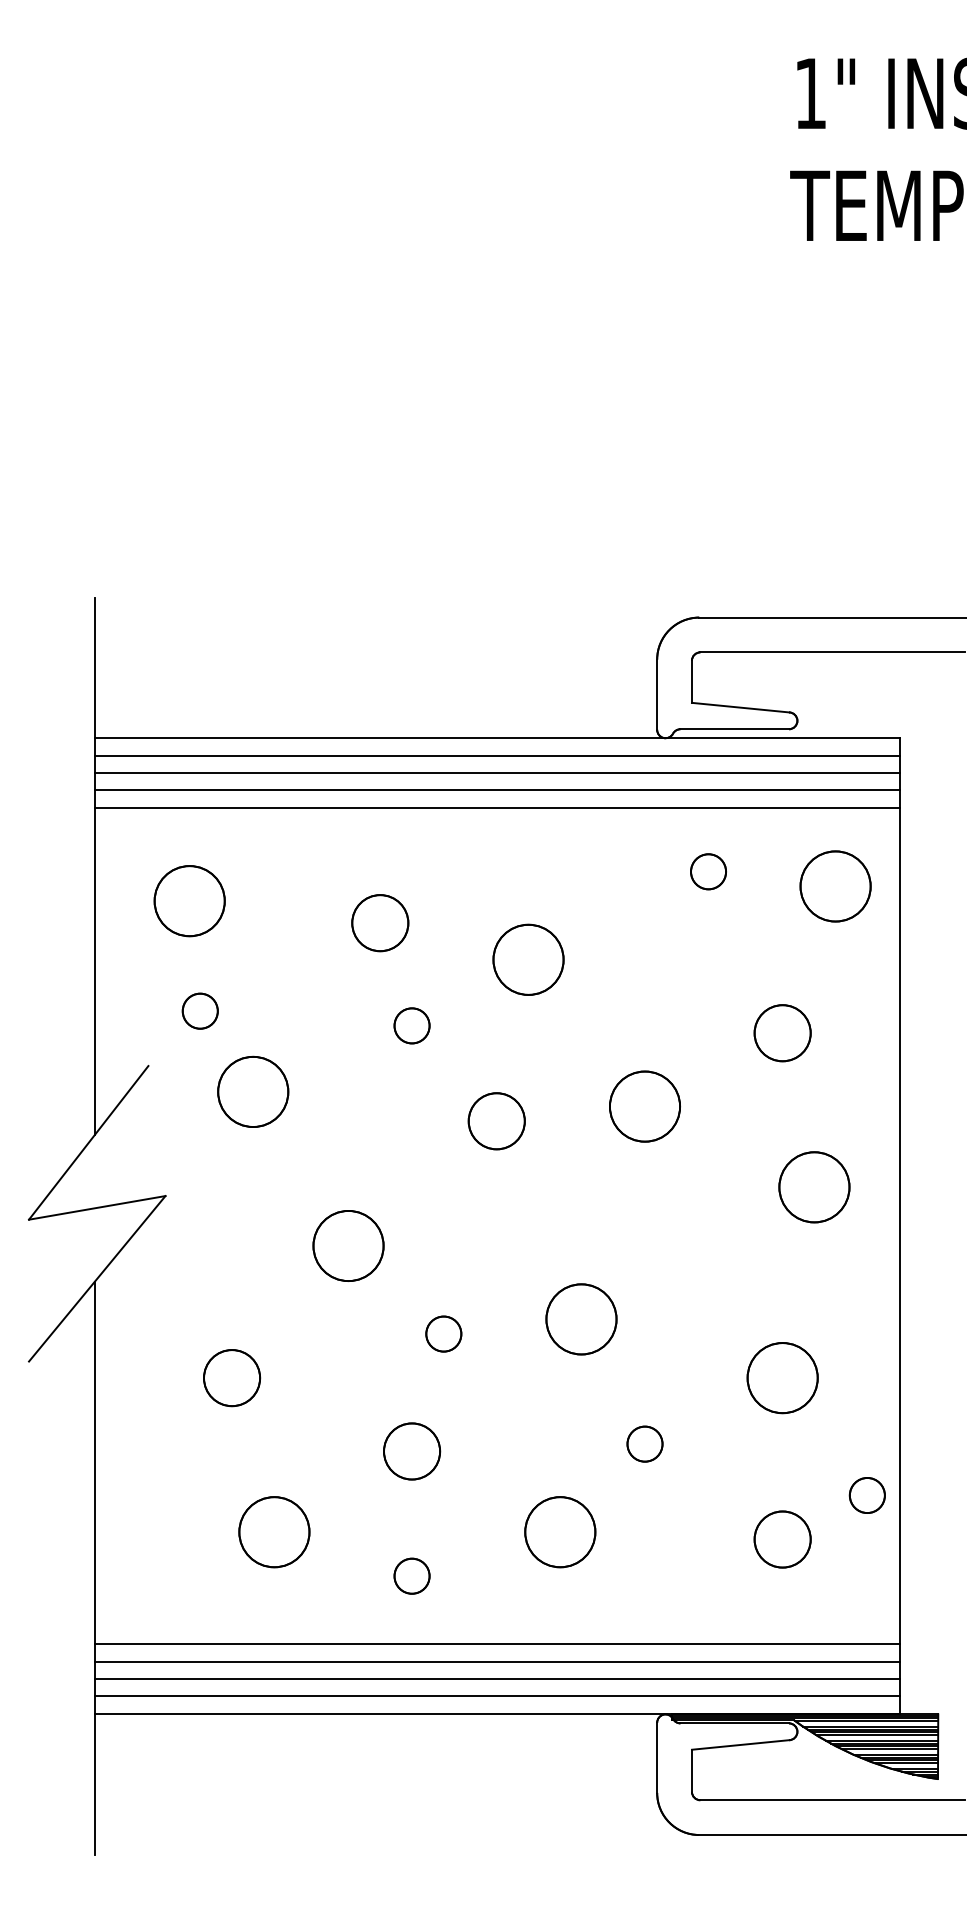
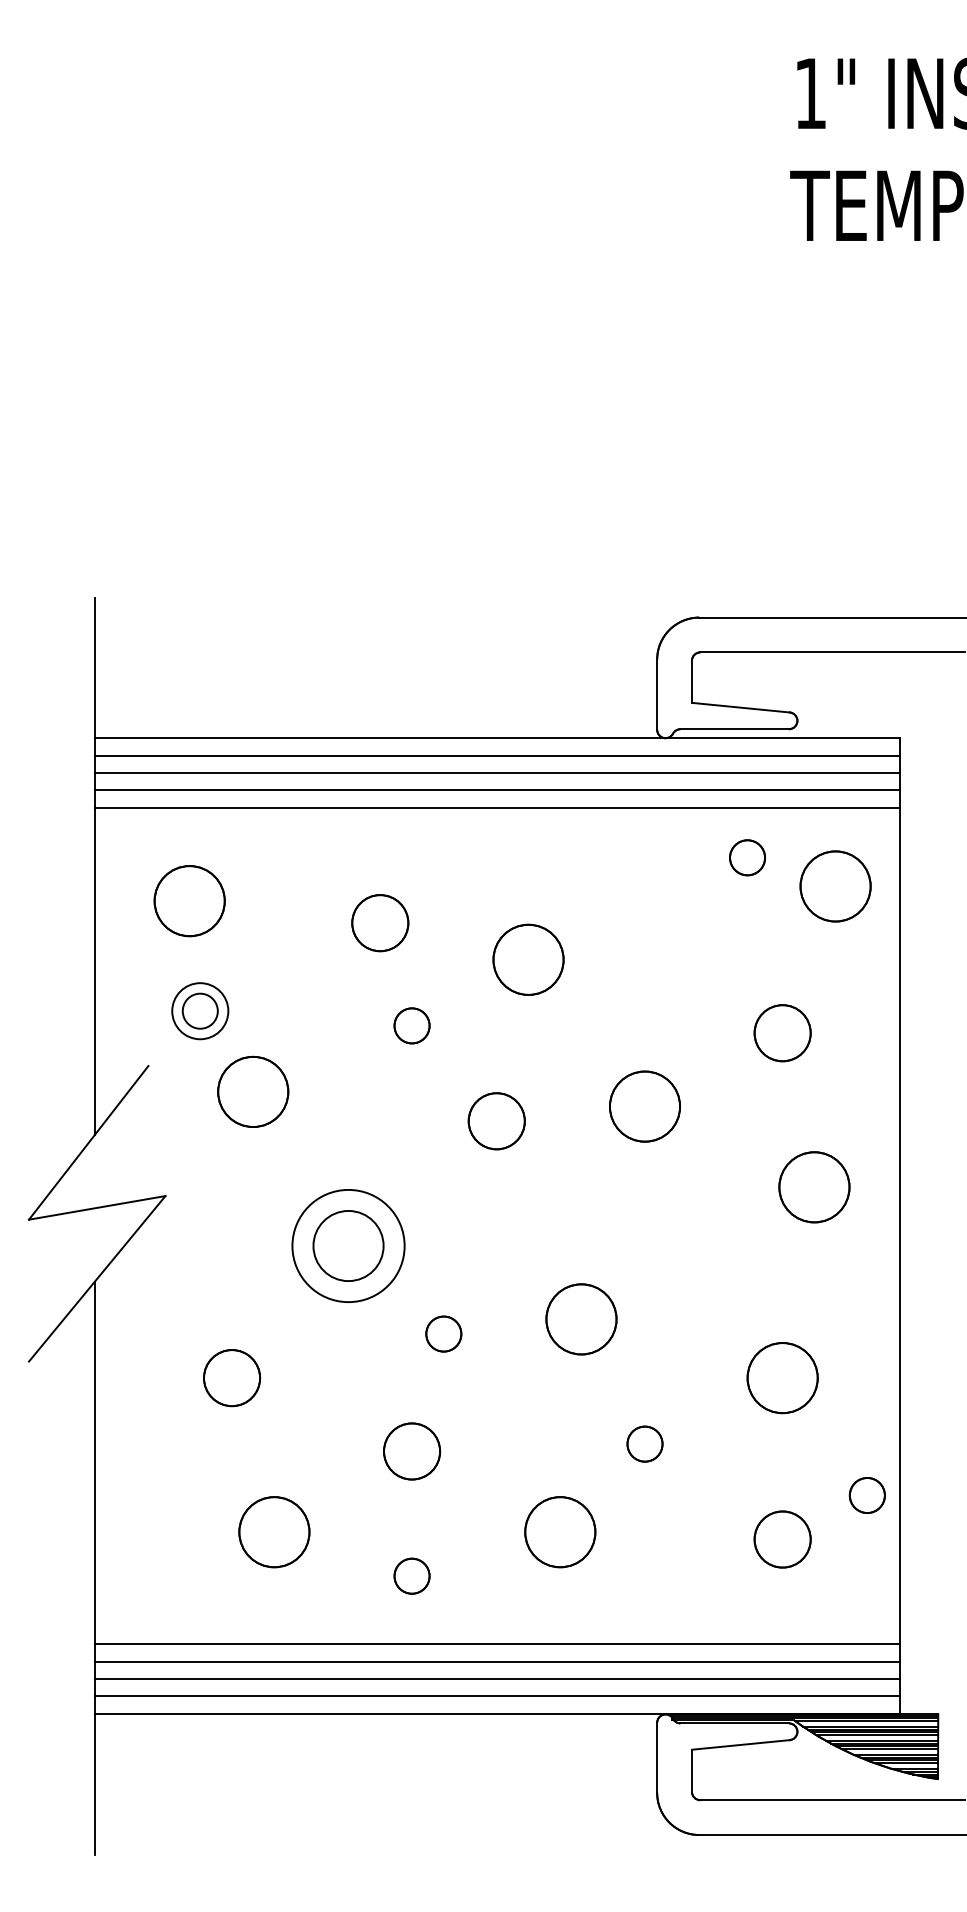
circle at (708, 871) position: (708, 871) -> (747, 857)
circle at (199, 1010) diameter: 35 px -> 56 px
circle at (348, 1245) diameter: 70 px -> 112 px
